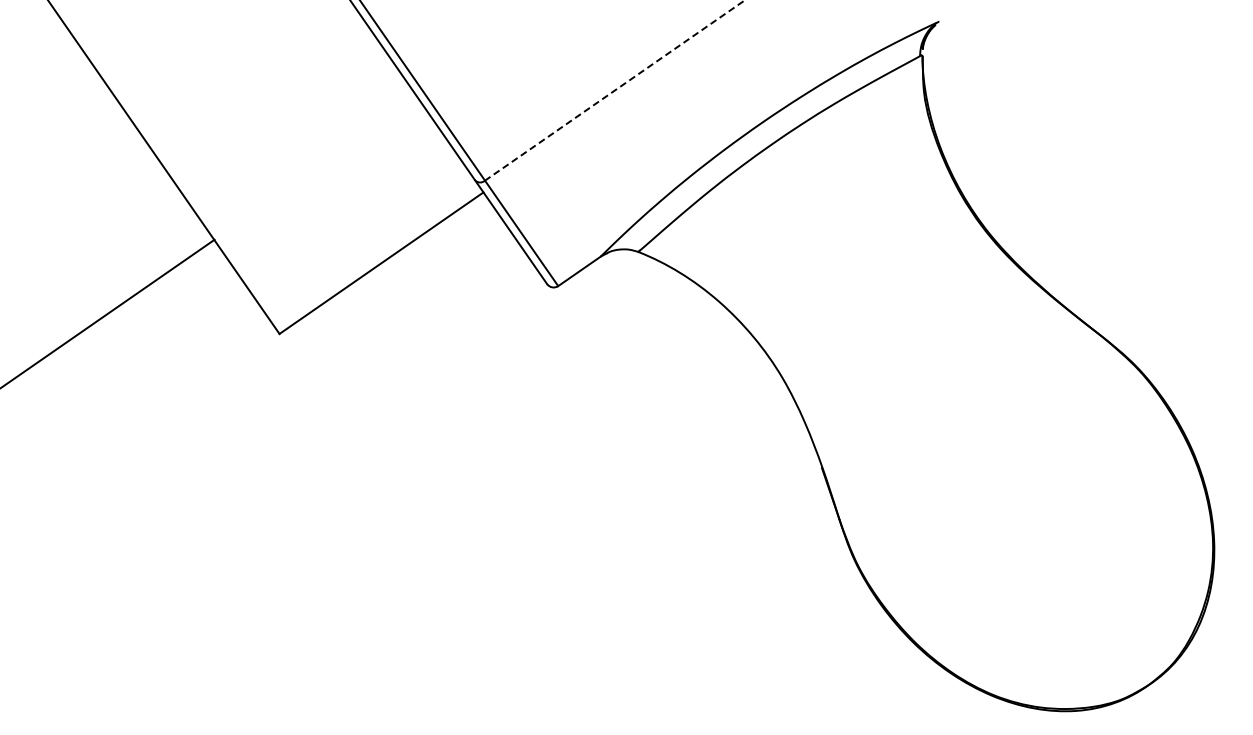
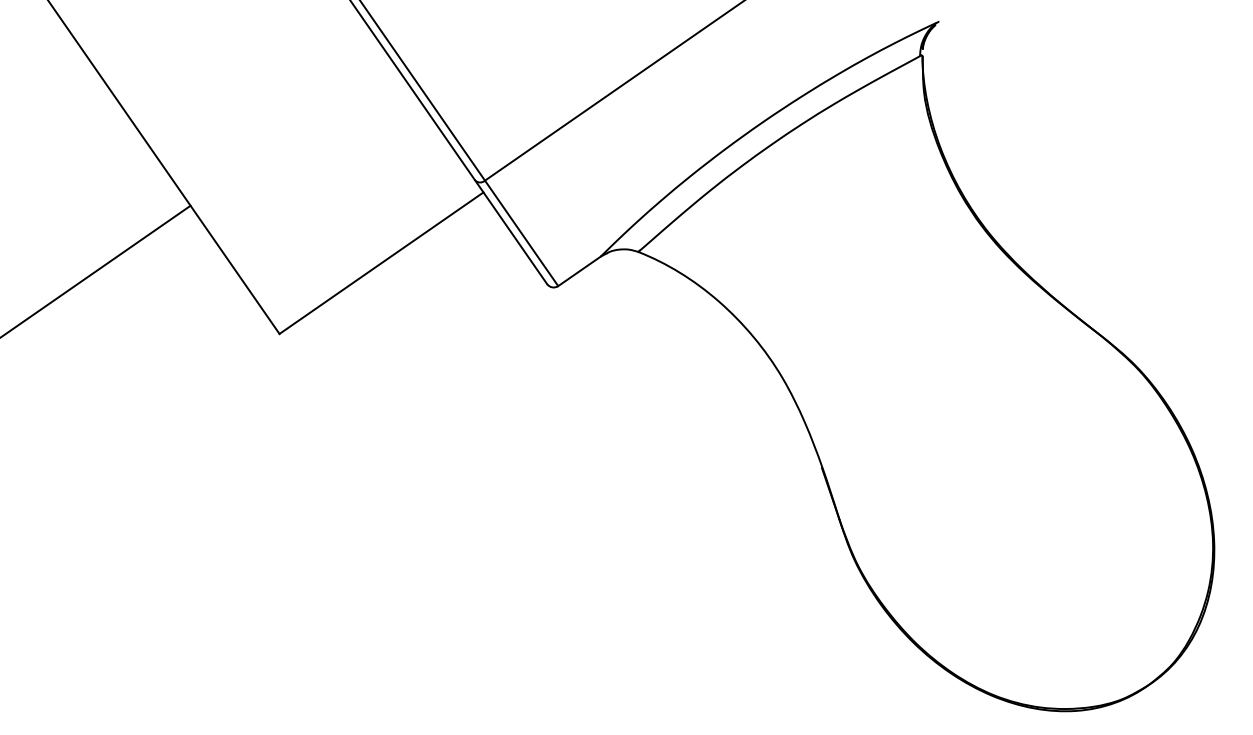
line at (614, 90): dashed -> solid
line at (108, 313) position: (108, 313) -> (96, 270)
